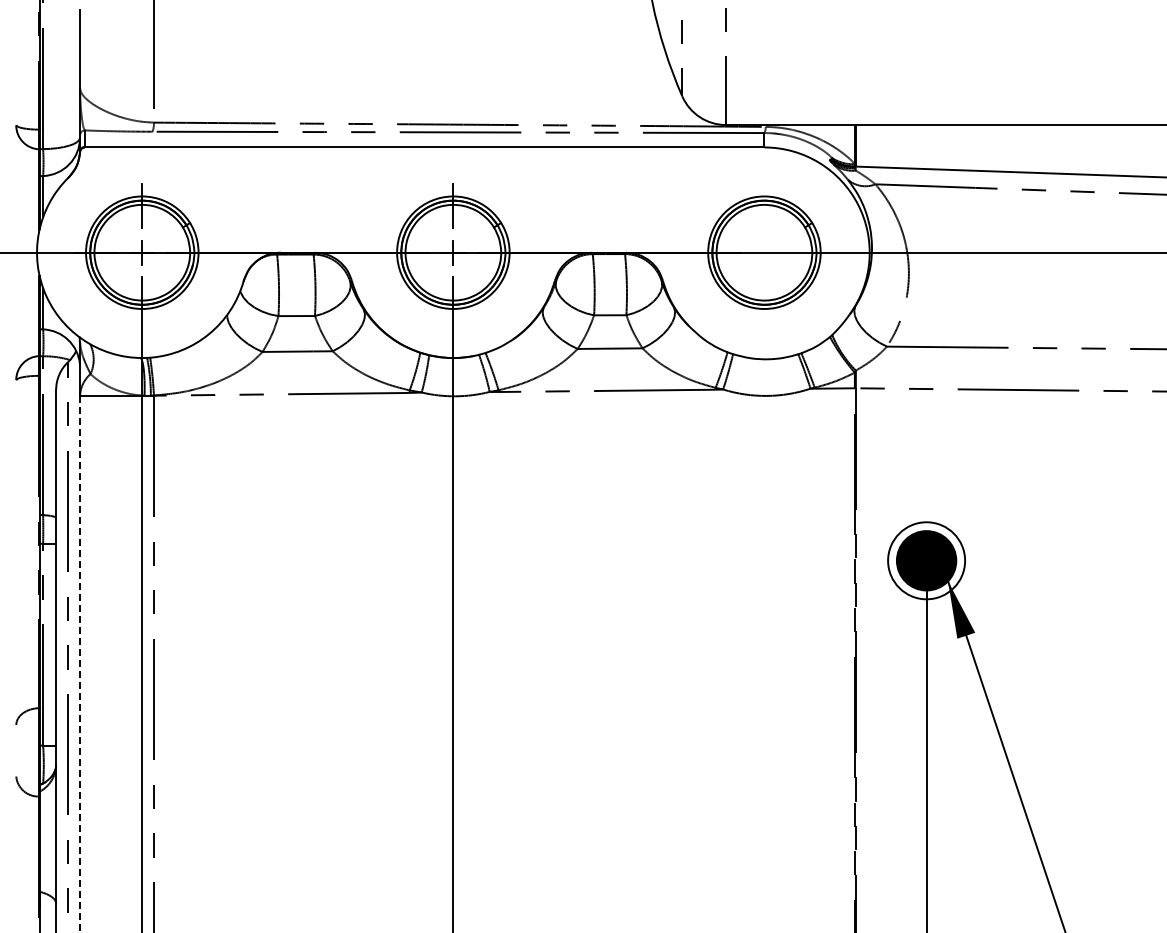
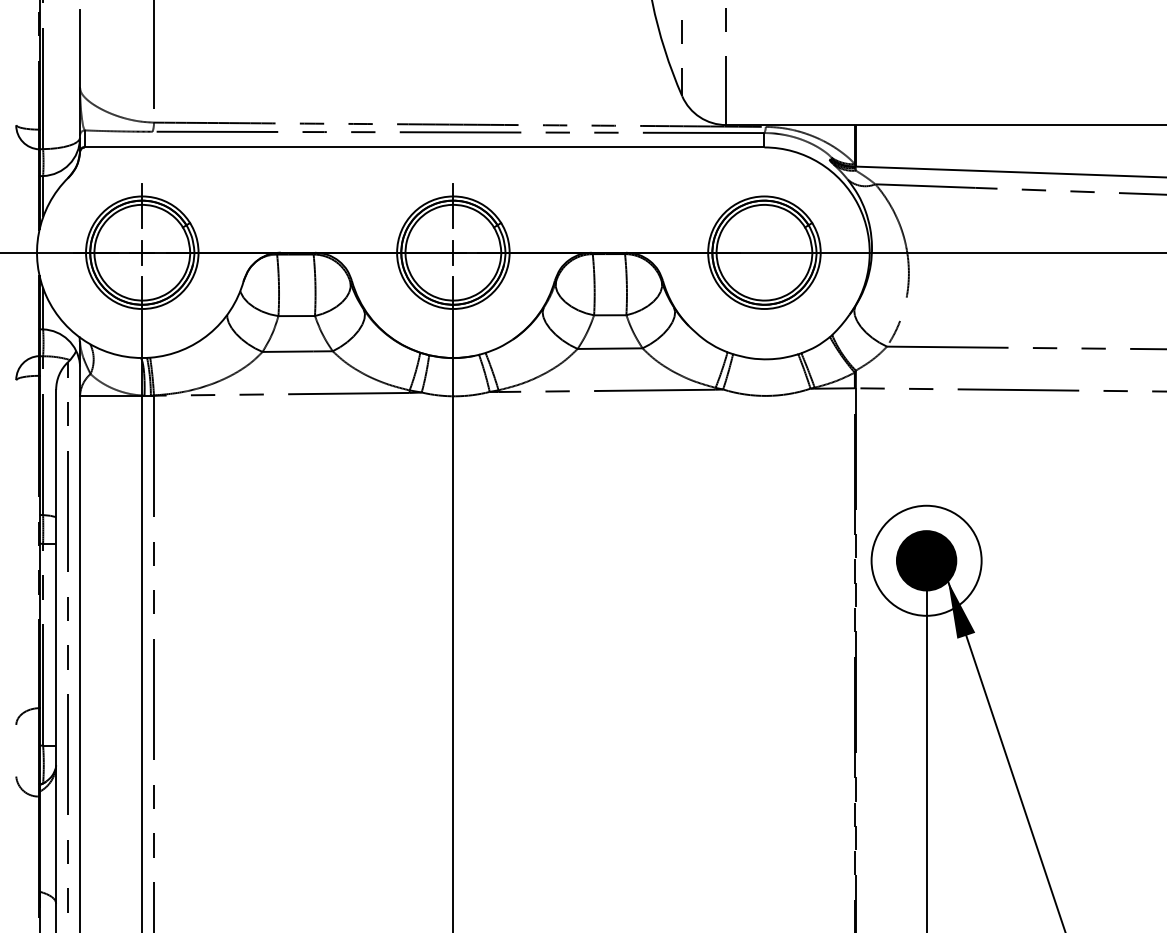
circle at (926, 560) diameter: 77 px -> 110 px
line at (80, 664): dashed -> solid
